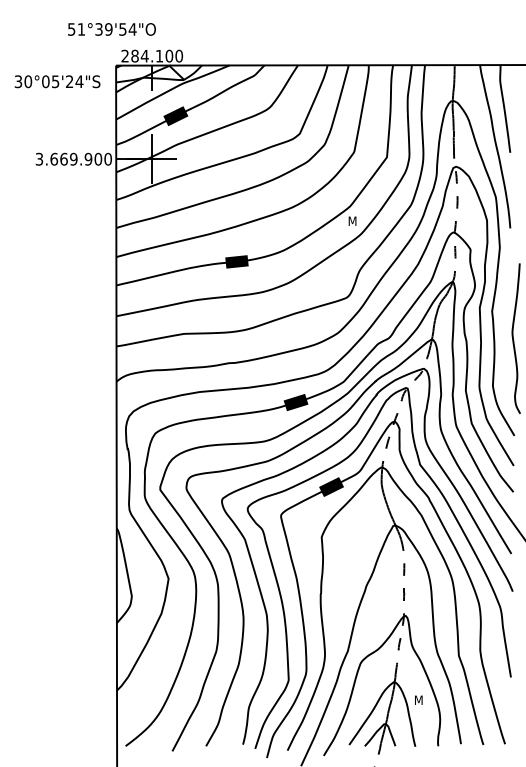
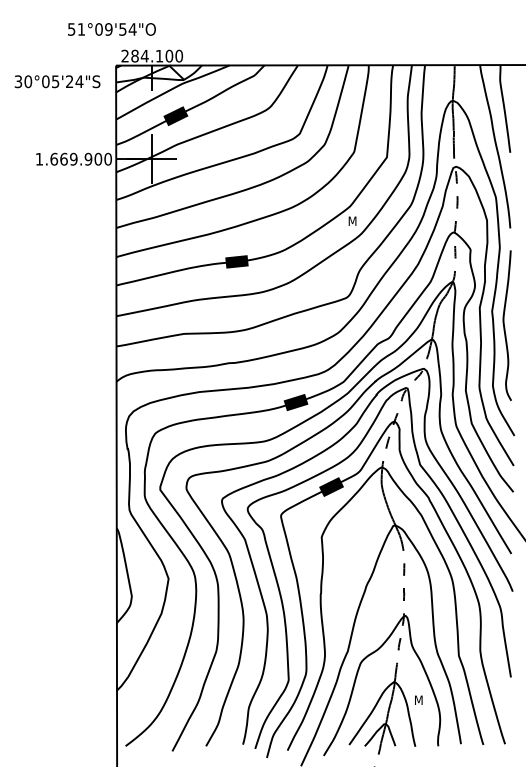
text at (98, 29): 51°39'54"O -> 51°09'54"O
text at (39, 158): 3.669.900 -> 1.669.900
curve at (513, 338) position: (513, 338) -> (504, 325)
